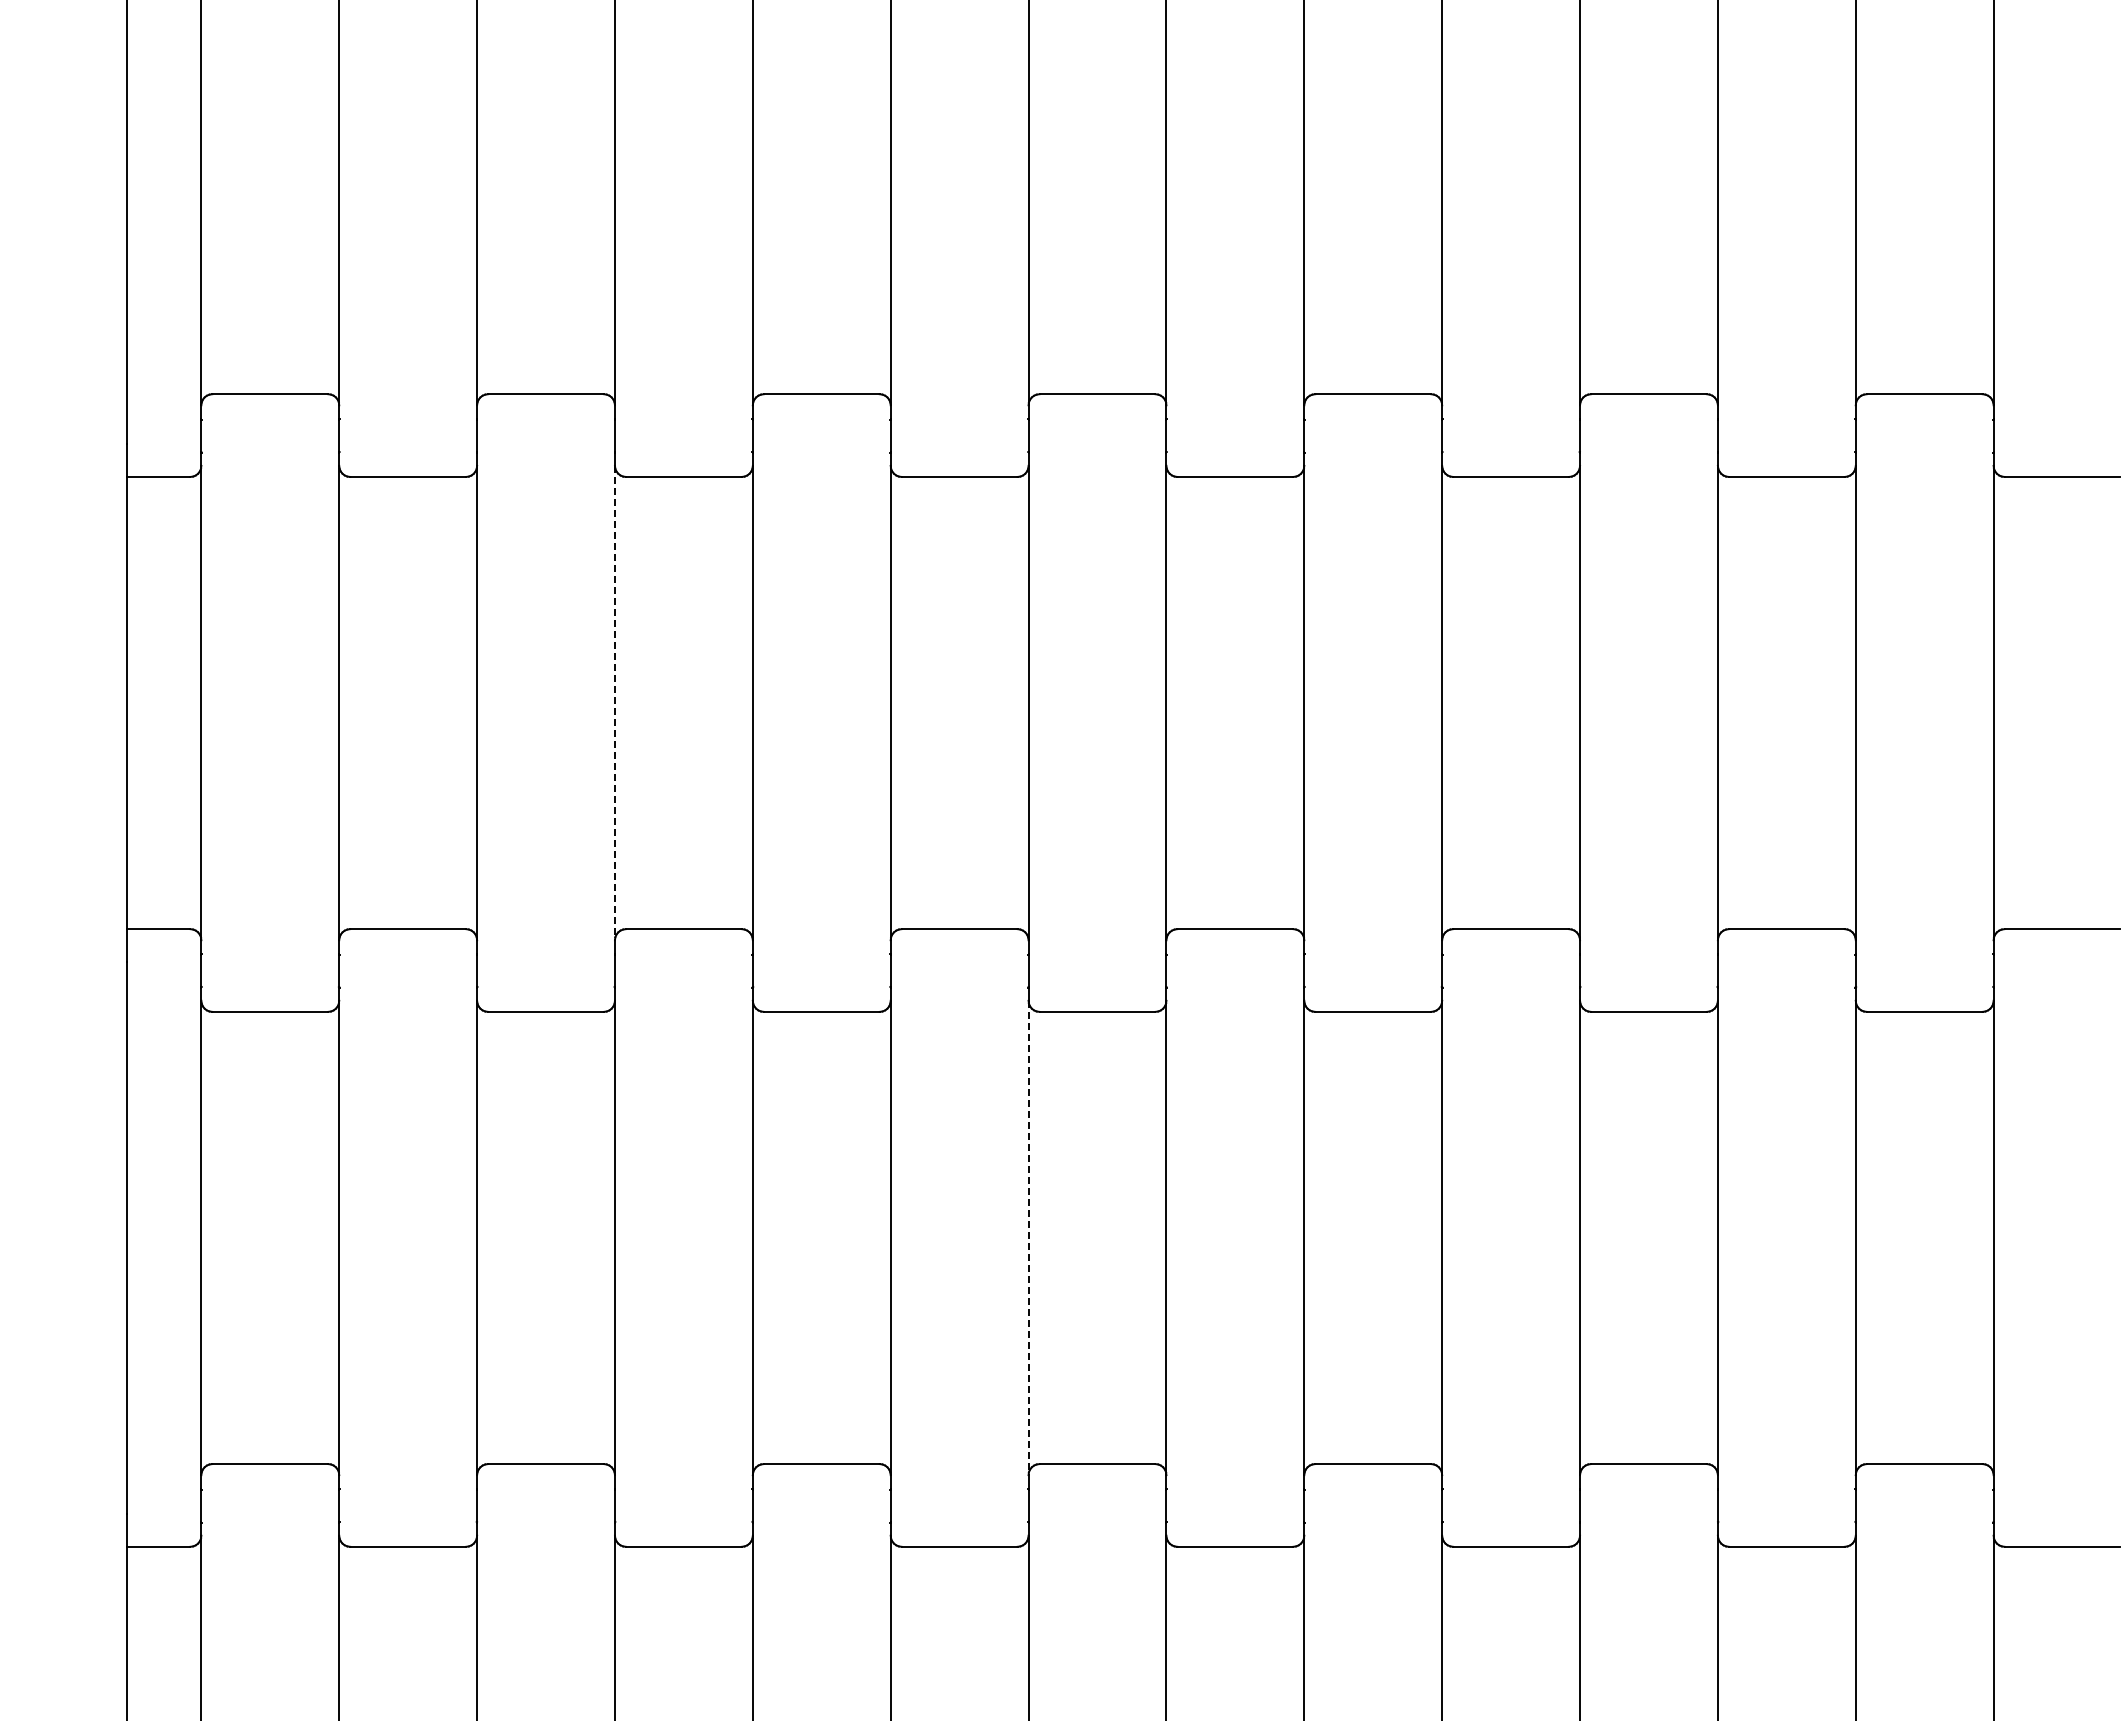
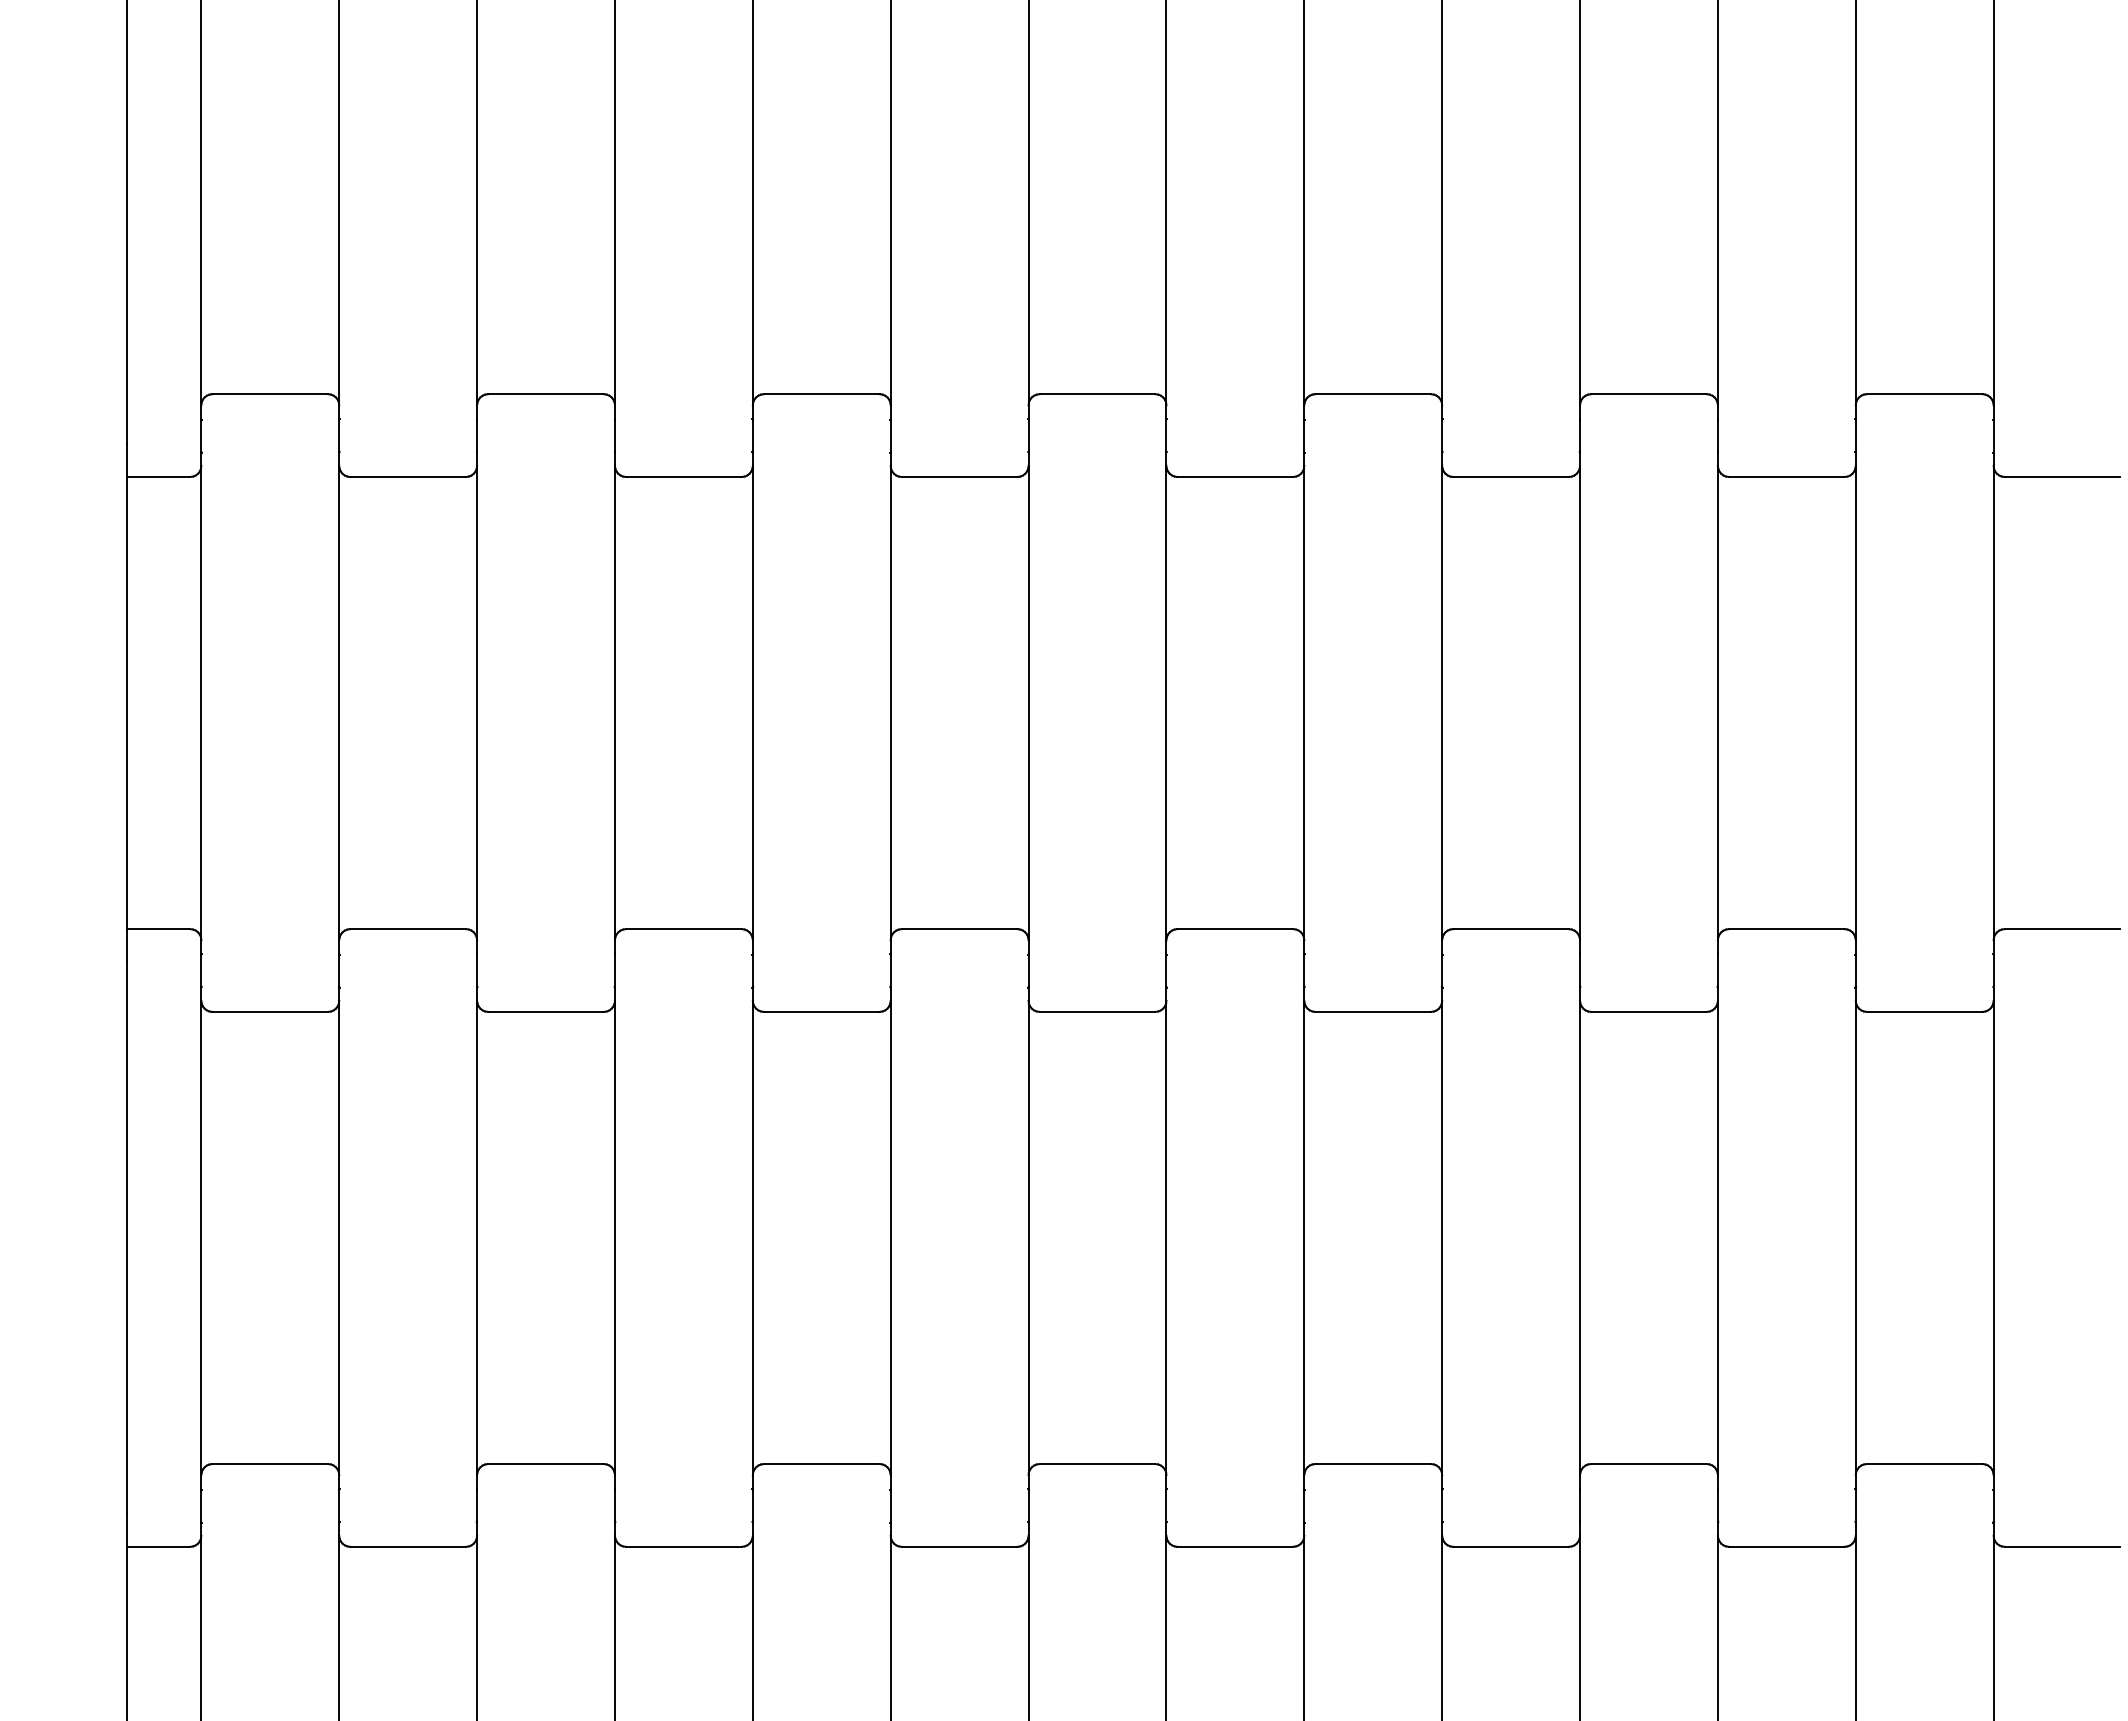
line at (614, 703): dashed -> solid
line at (1028, 1238): dashed -> solid
